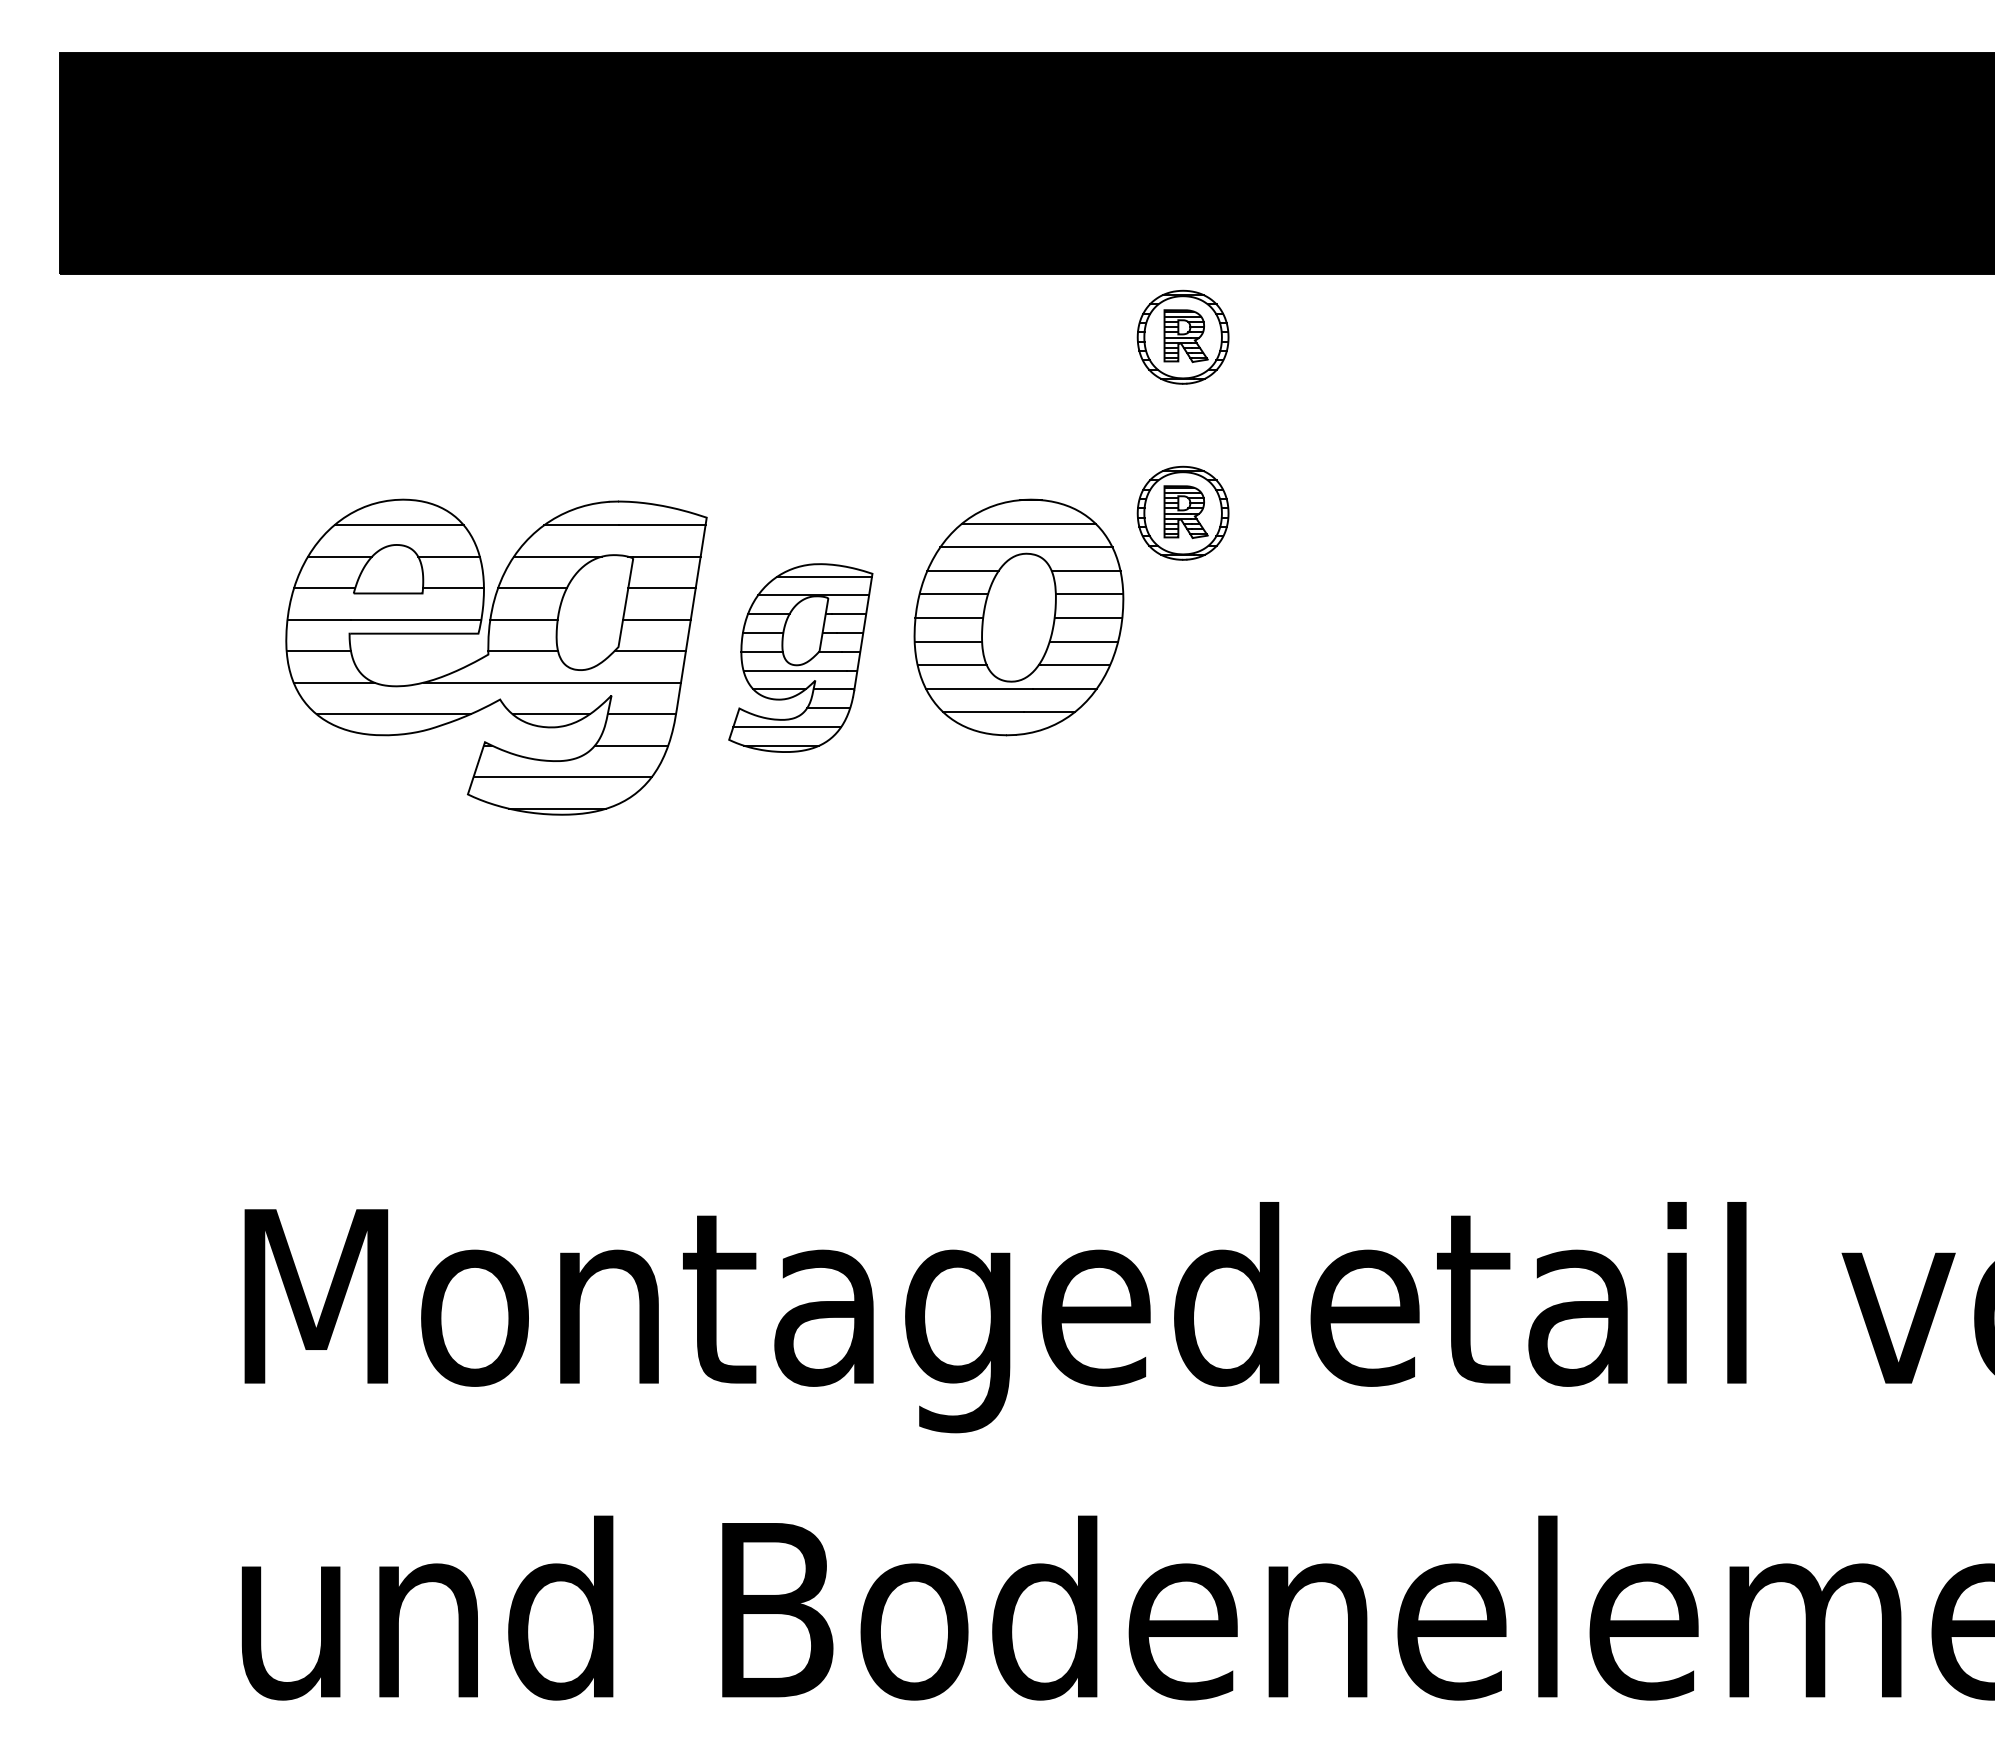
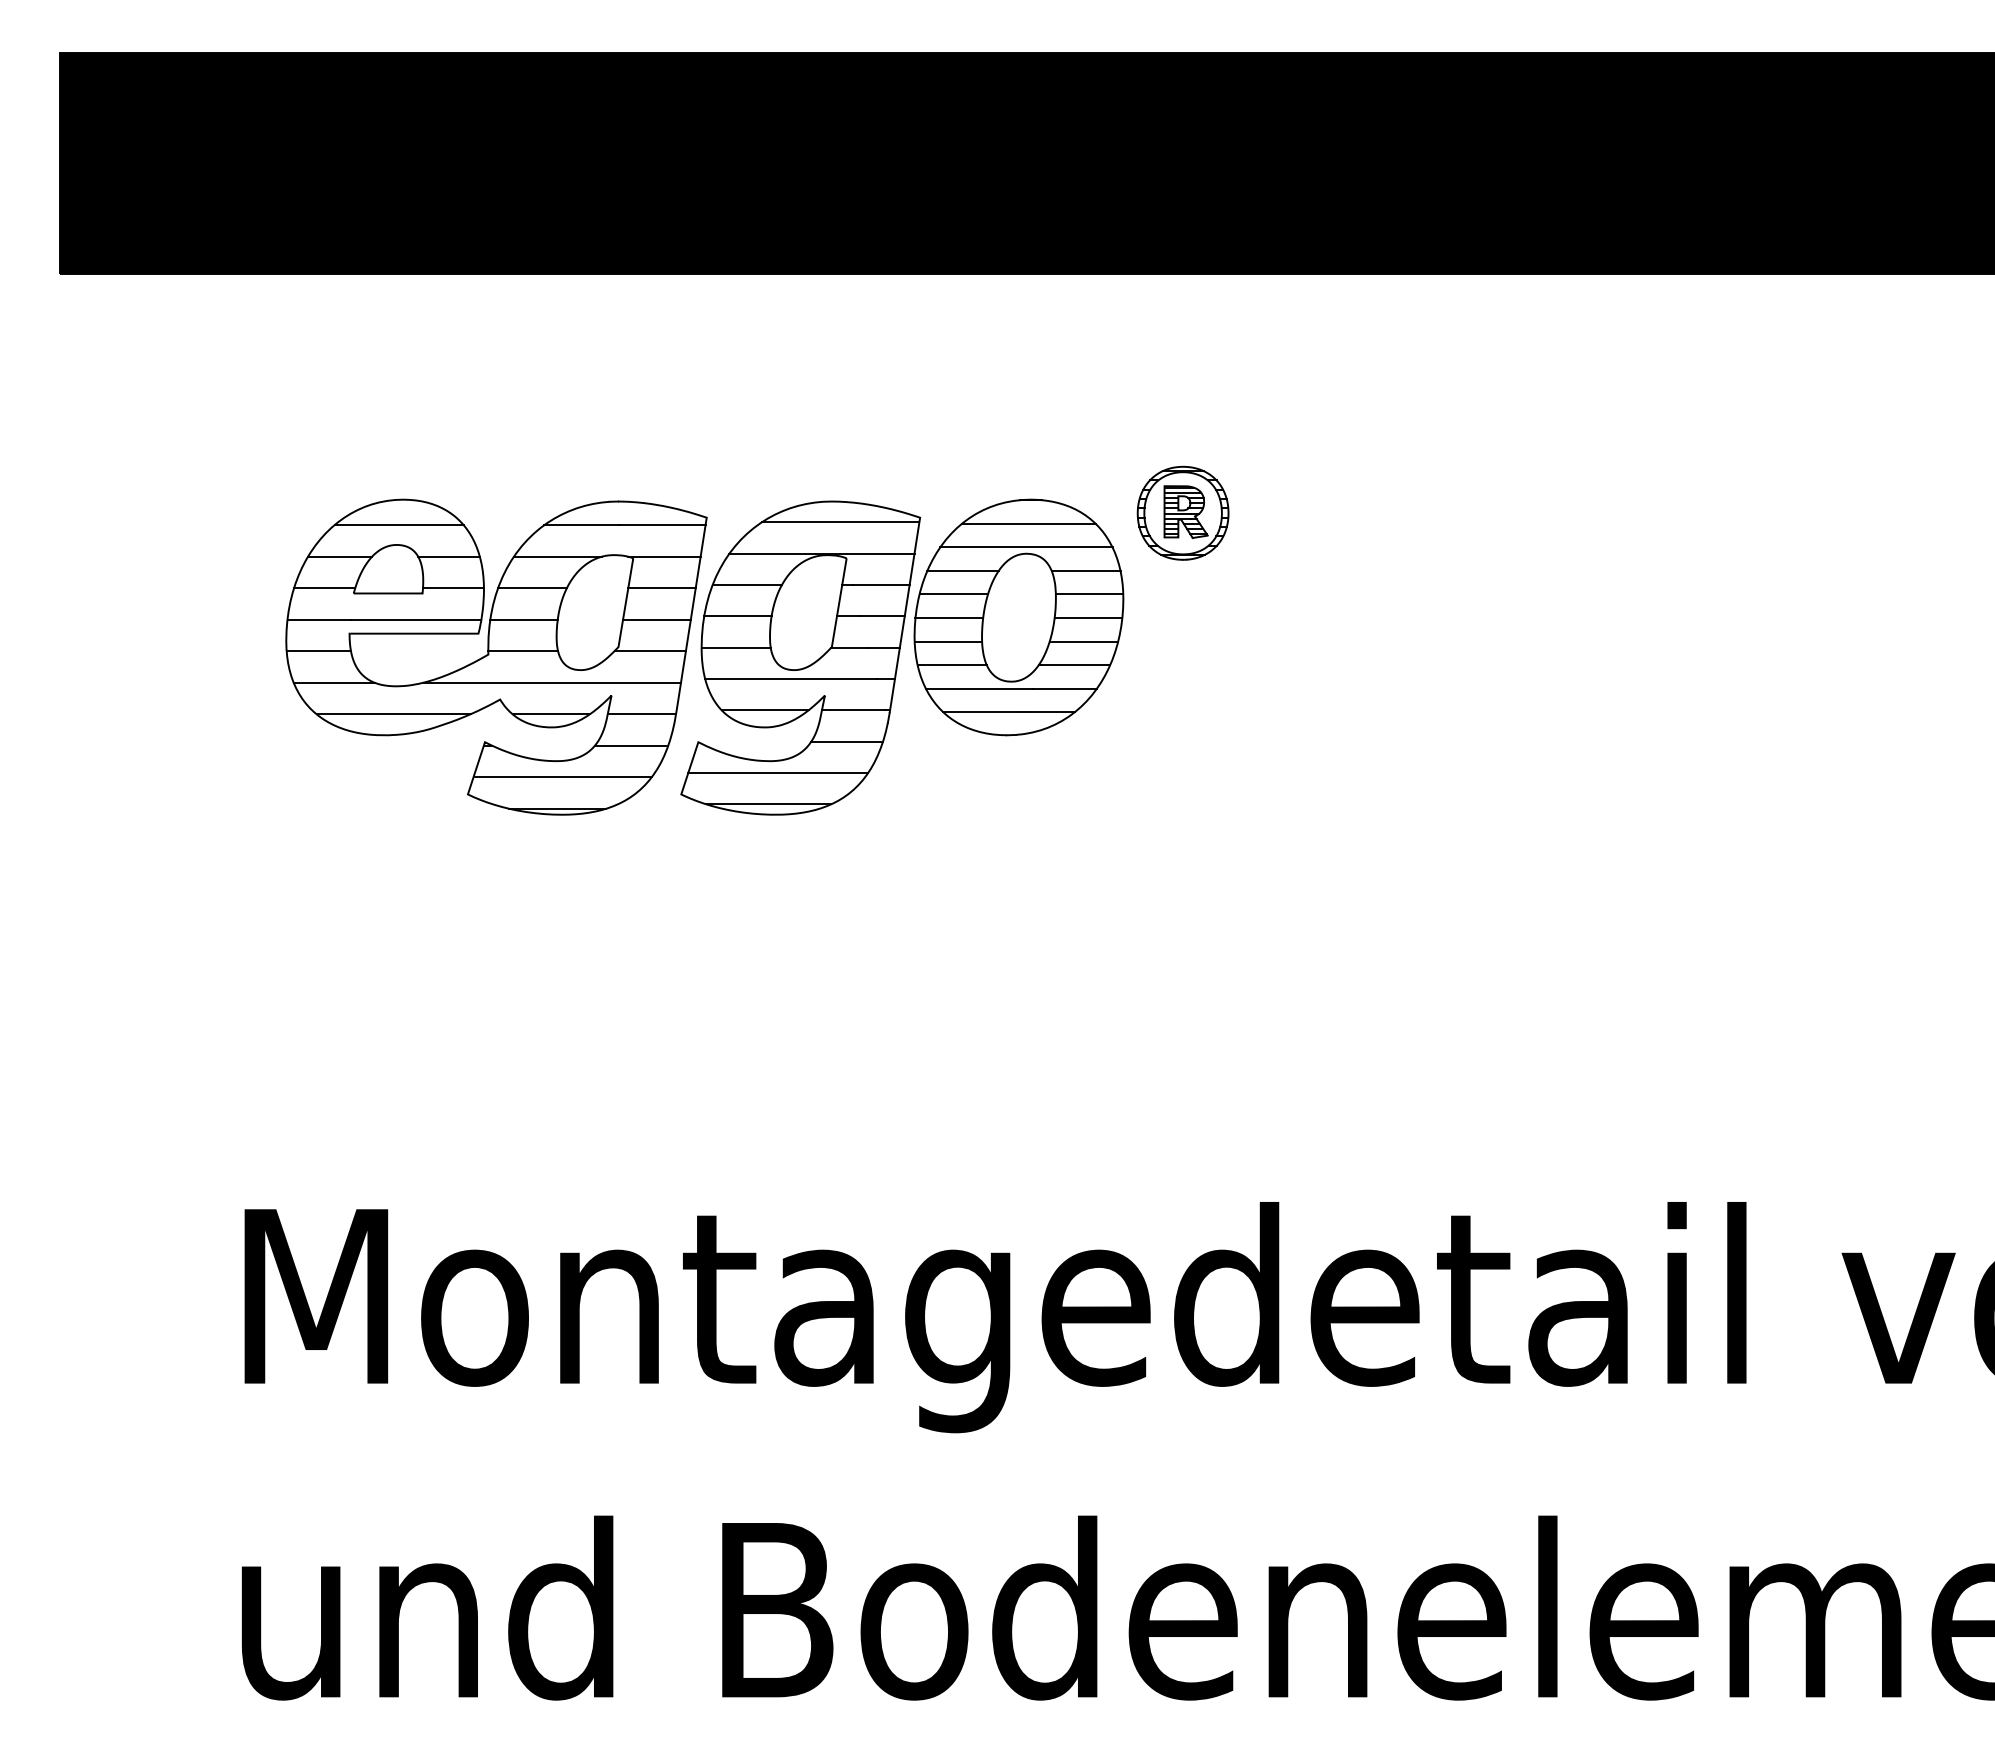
part at (1182, 336): present -> none
part at (800, 657) size: 146x190 px -> 242x316 px
